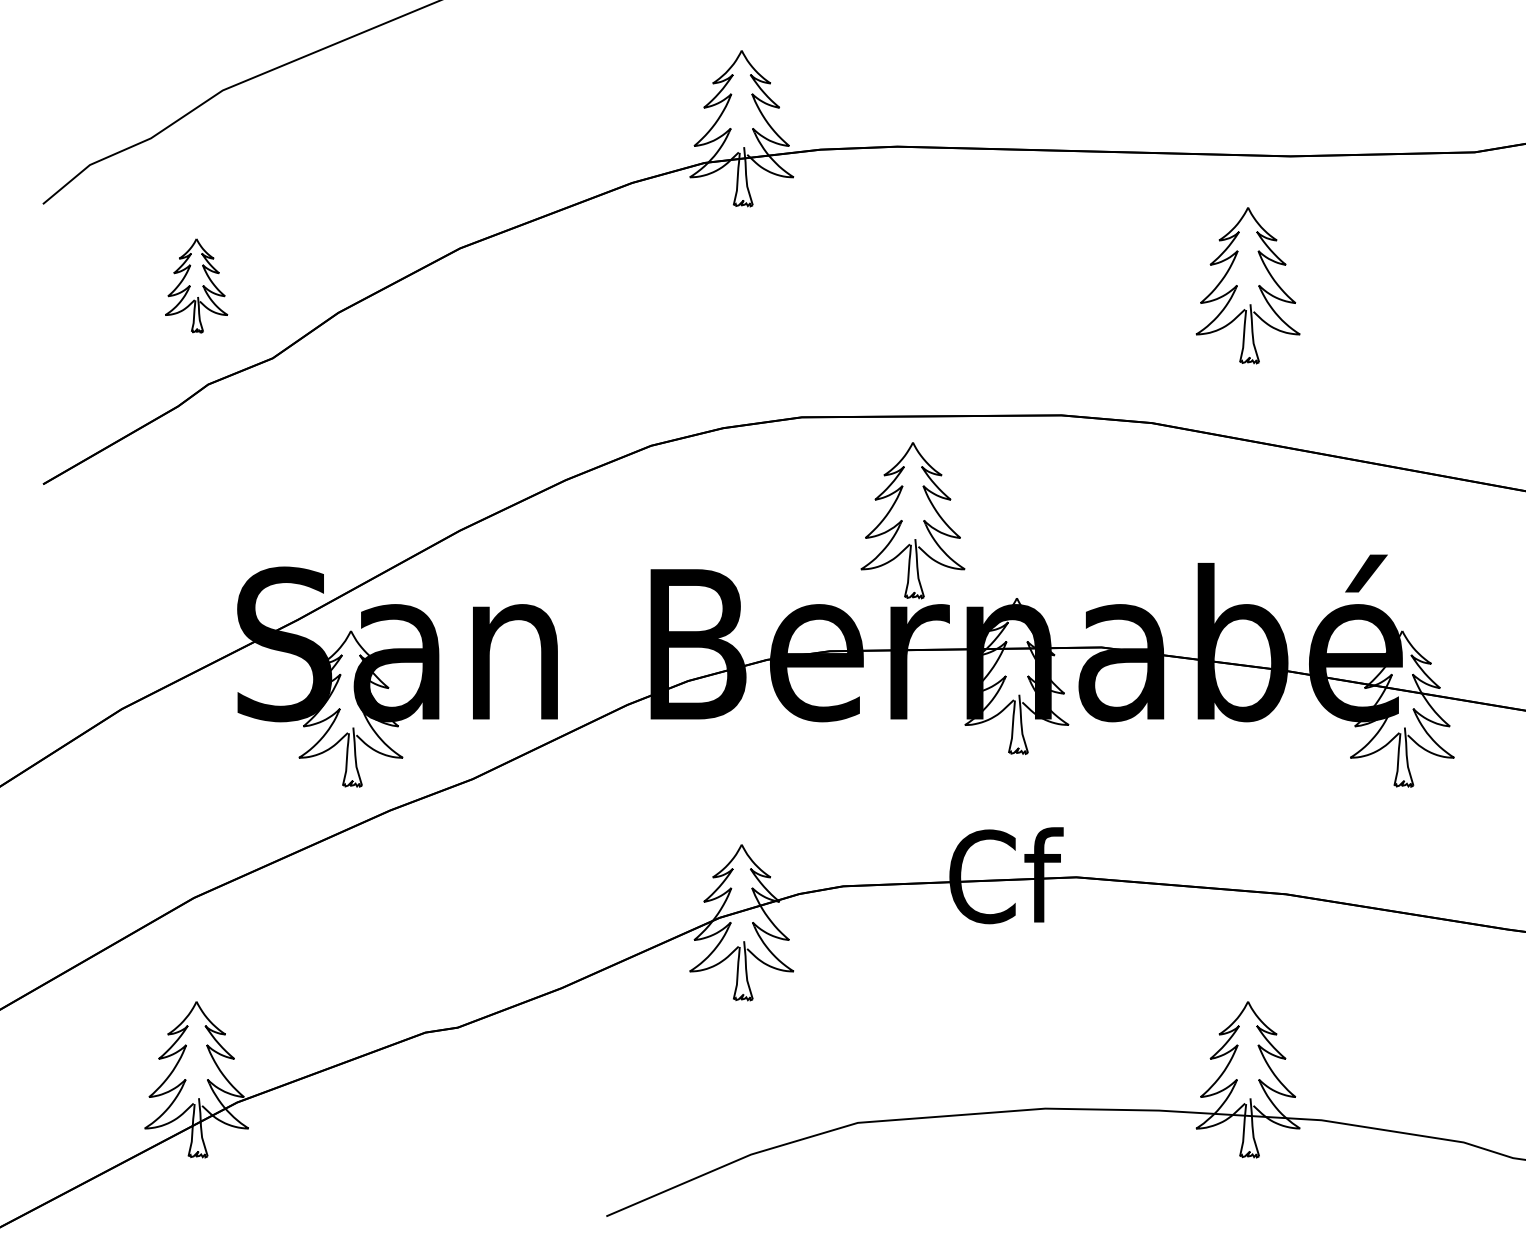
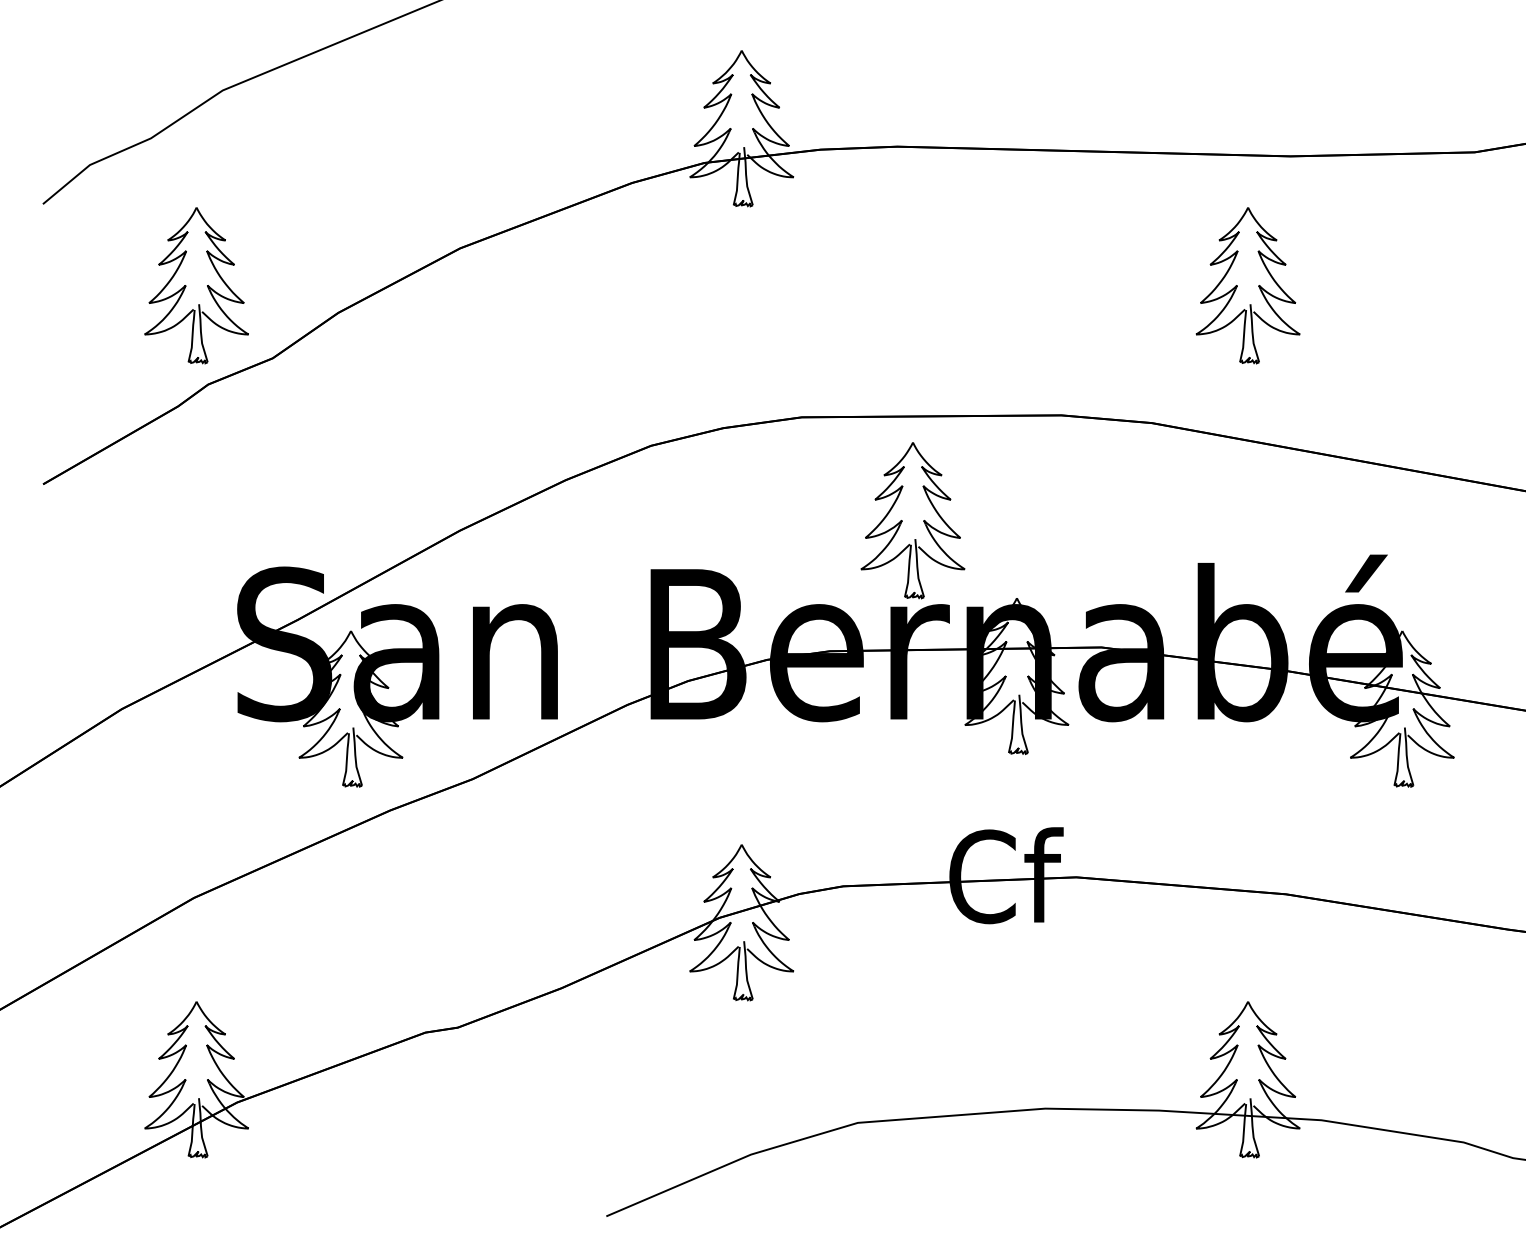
part at (196, 285) size: 64x96 px -> 105x158 px
